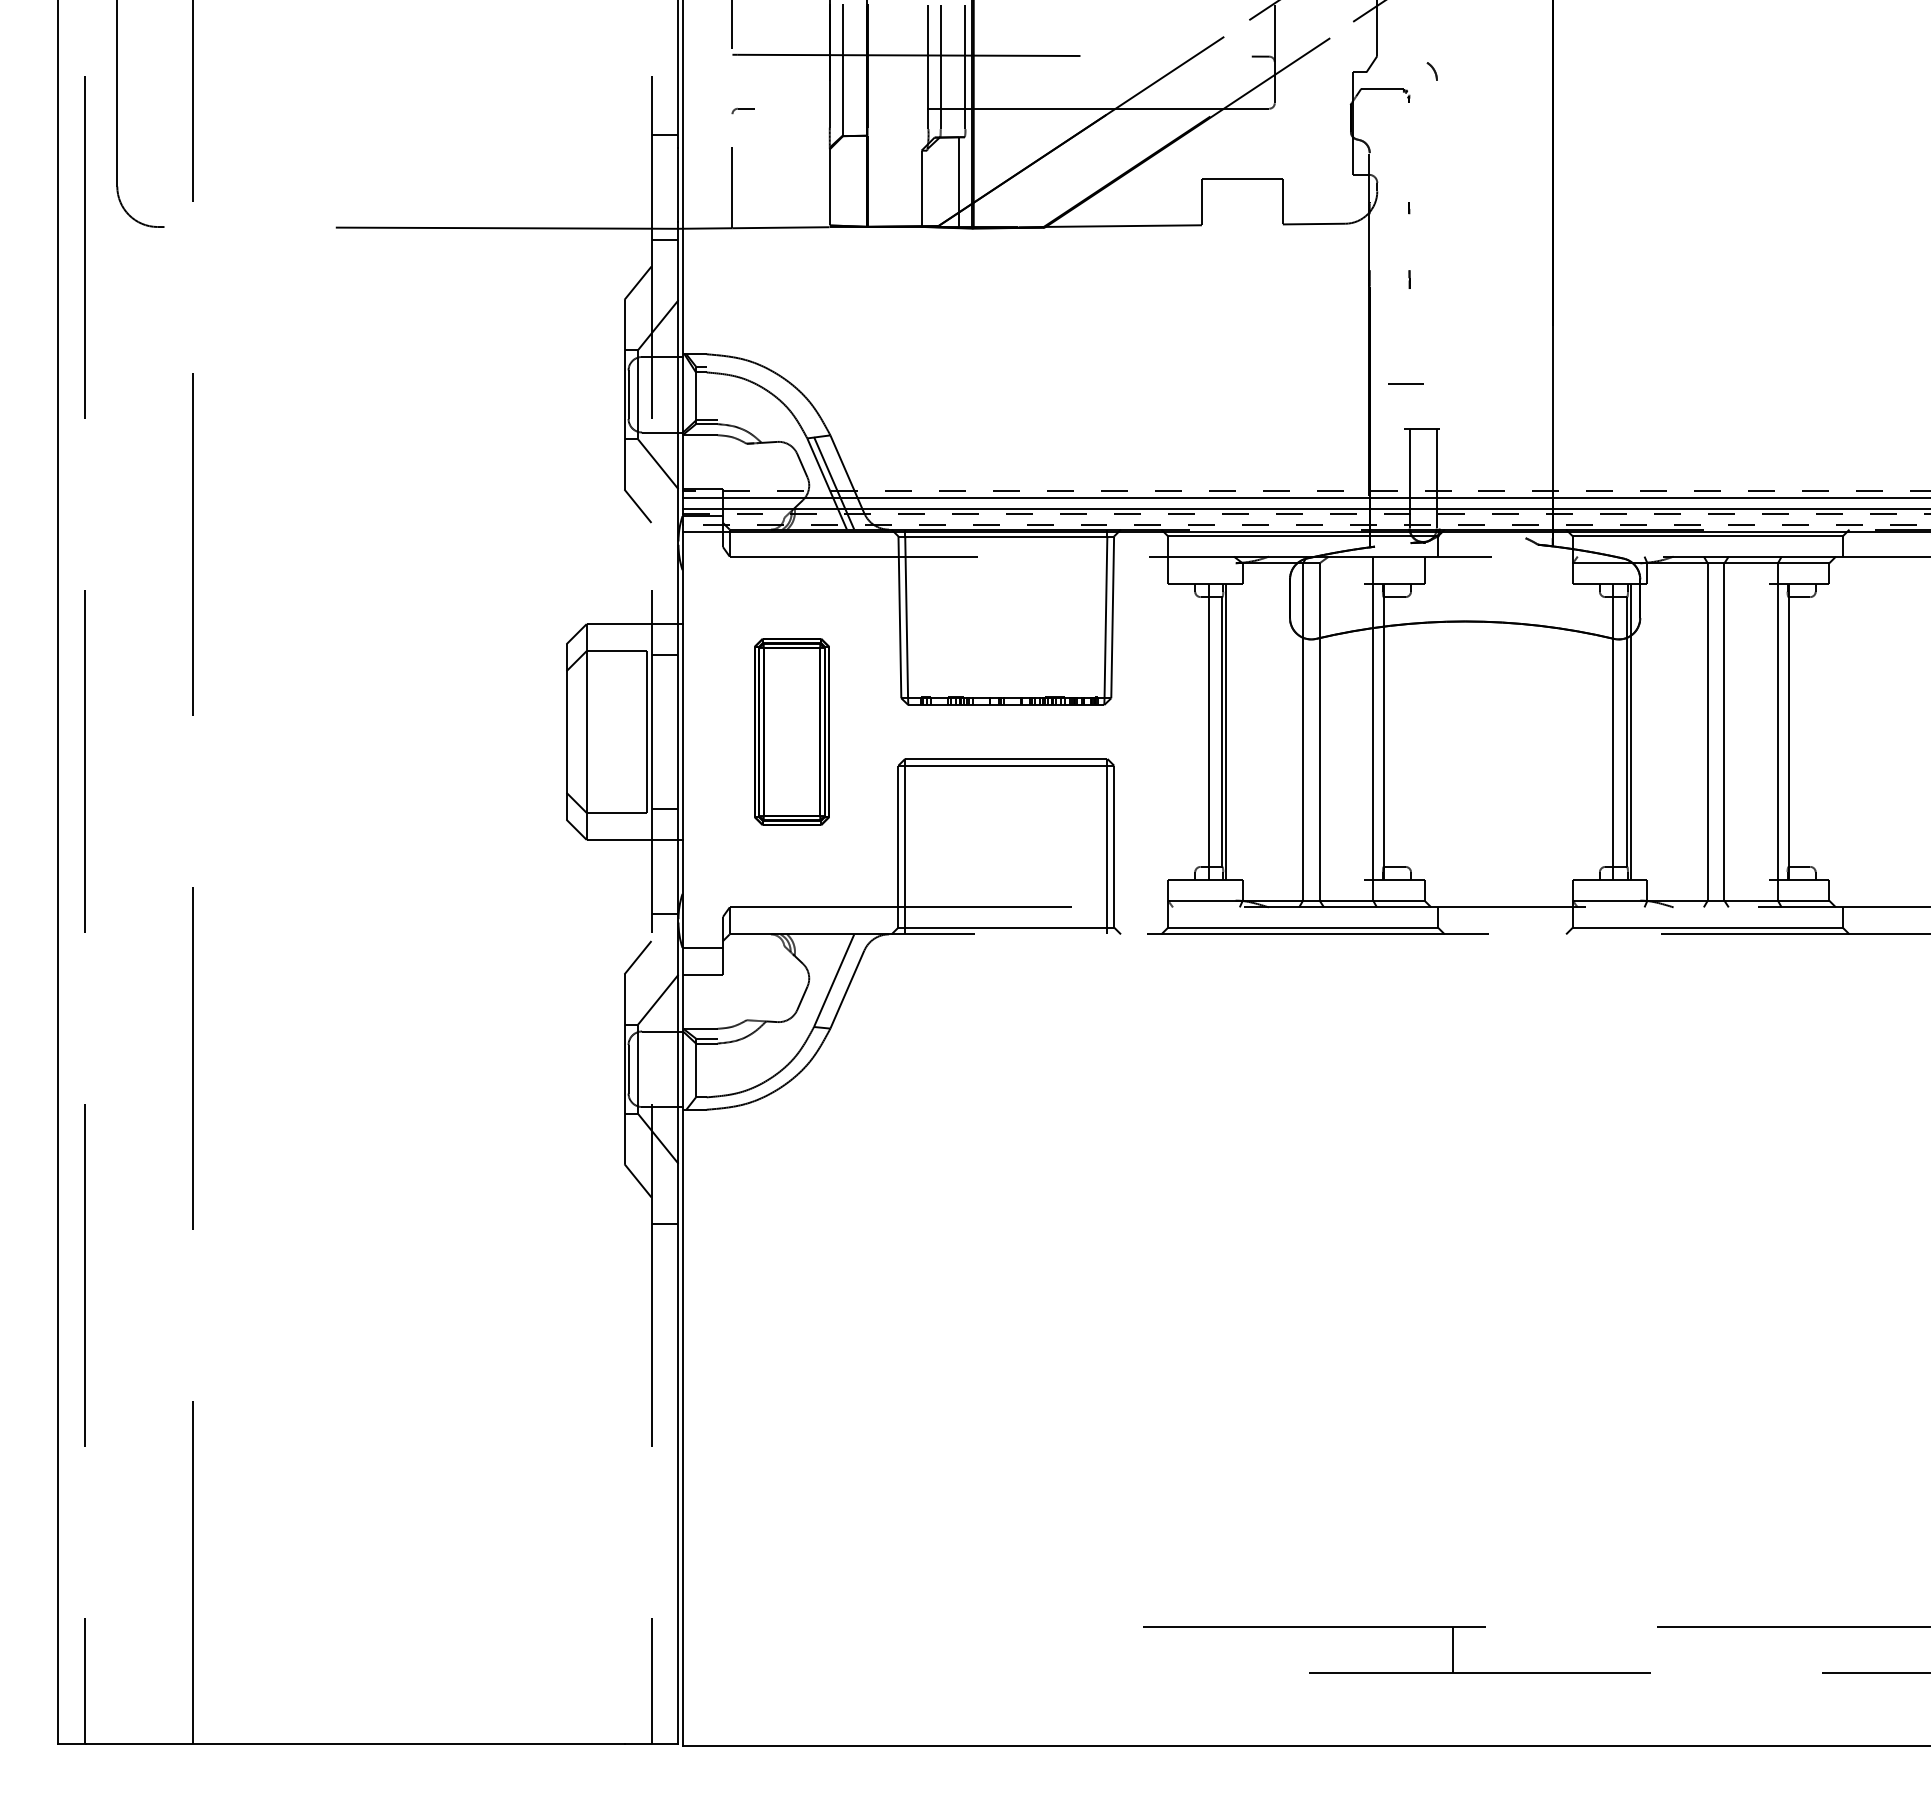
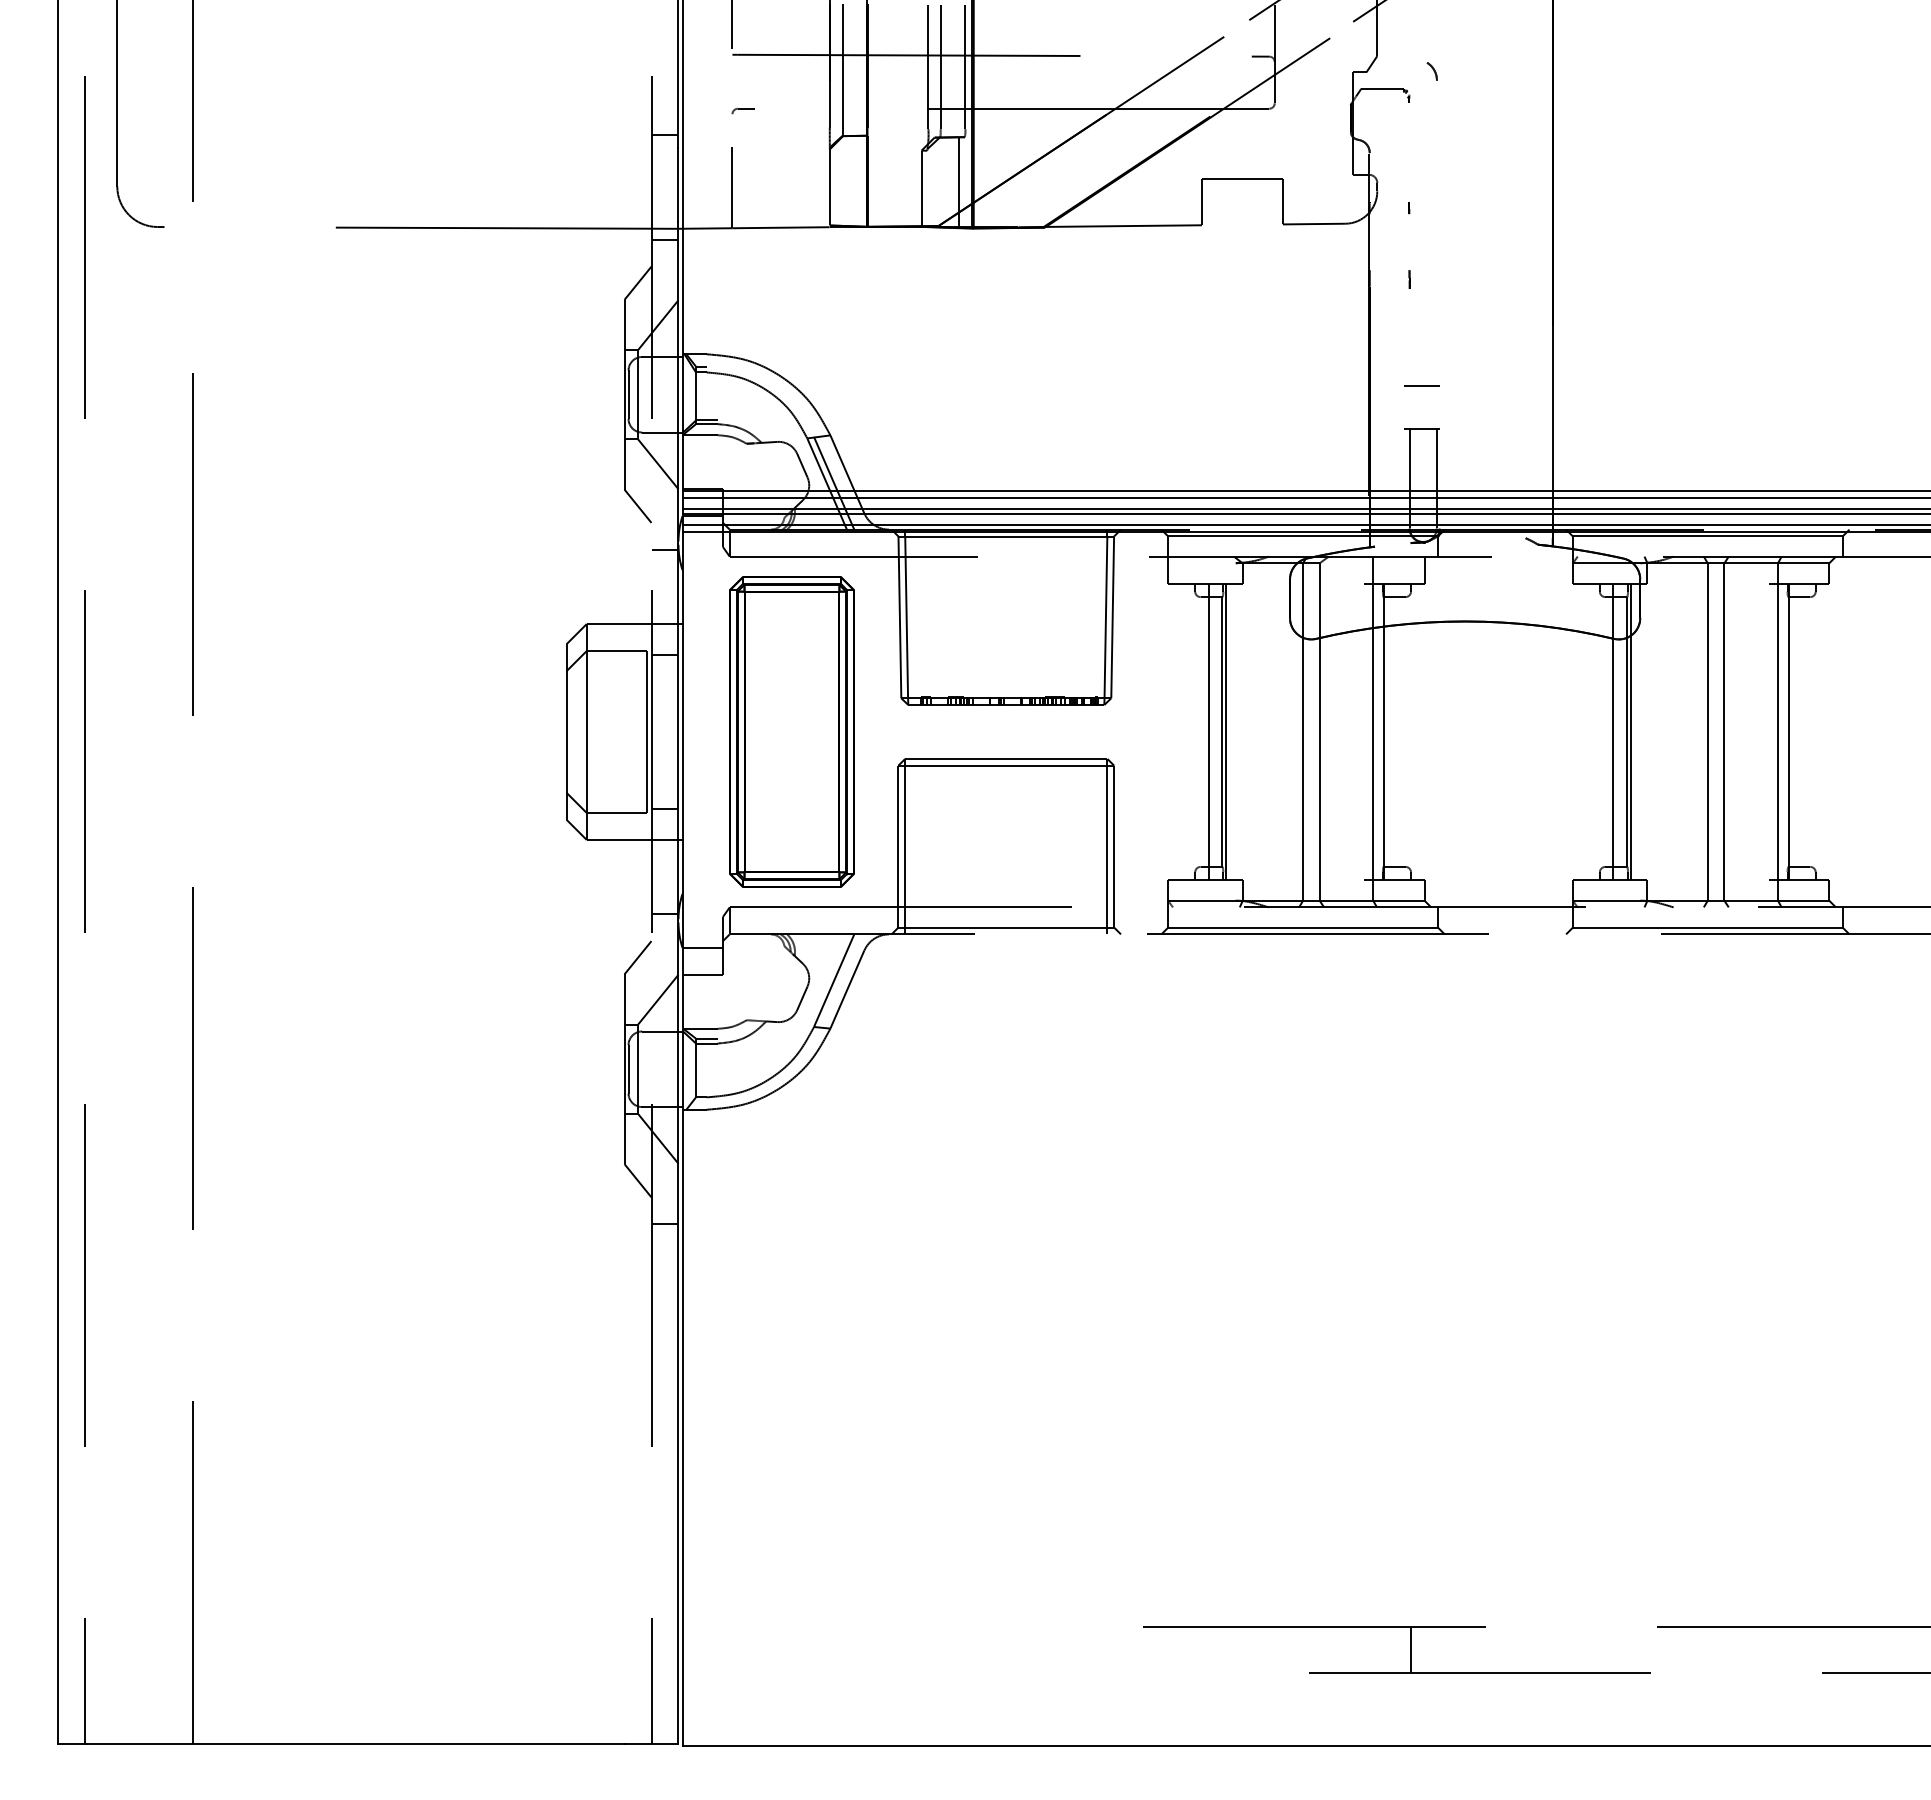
line at (1405, 383) position: (1405, 383) -> (1421, 385)
line at (1306, 491): dashed -> solid
line at (1306, 513): dashed -> solid
line at (1306, 524): dashed -> solid
line at (664, 549): none -> present
part at (791, 731) size: 76x188 px -> 126x312 px
line at (1453, 1649) position: (1453, 1649) -> (1411, 1649)
